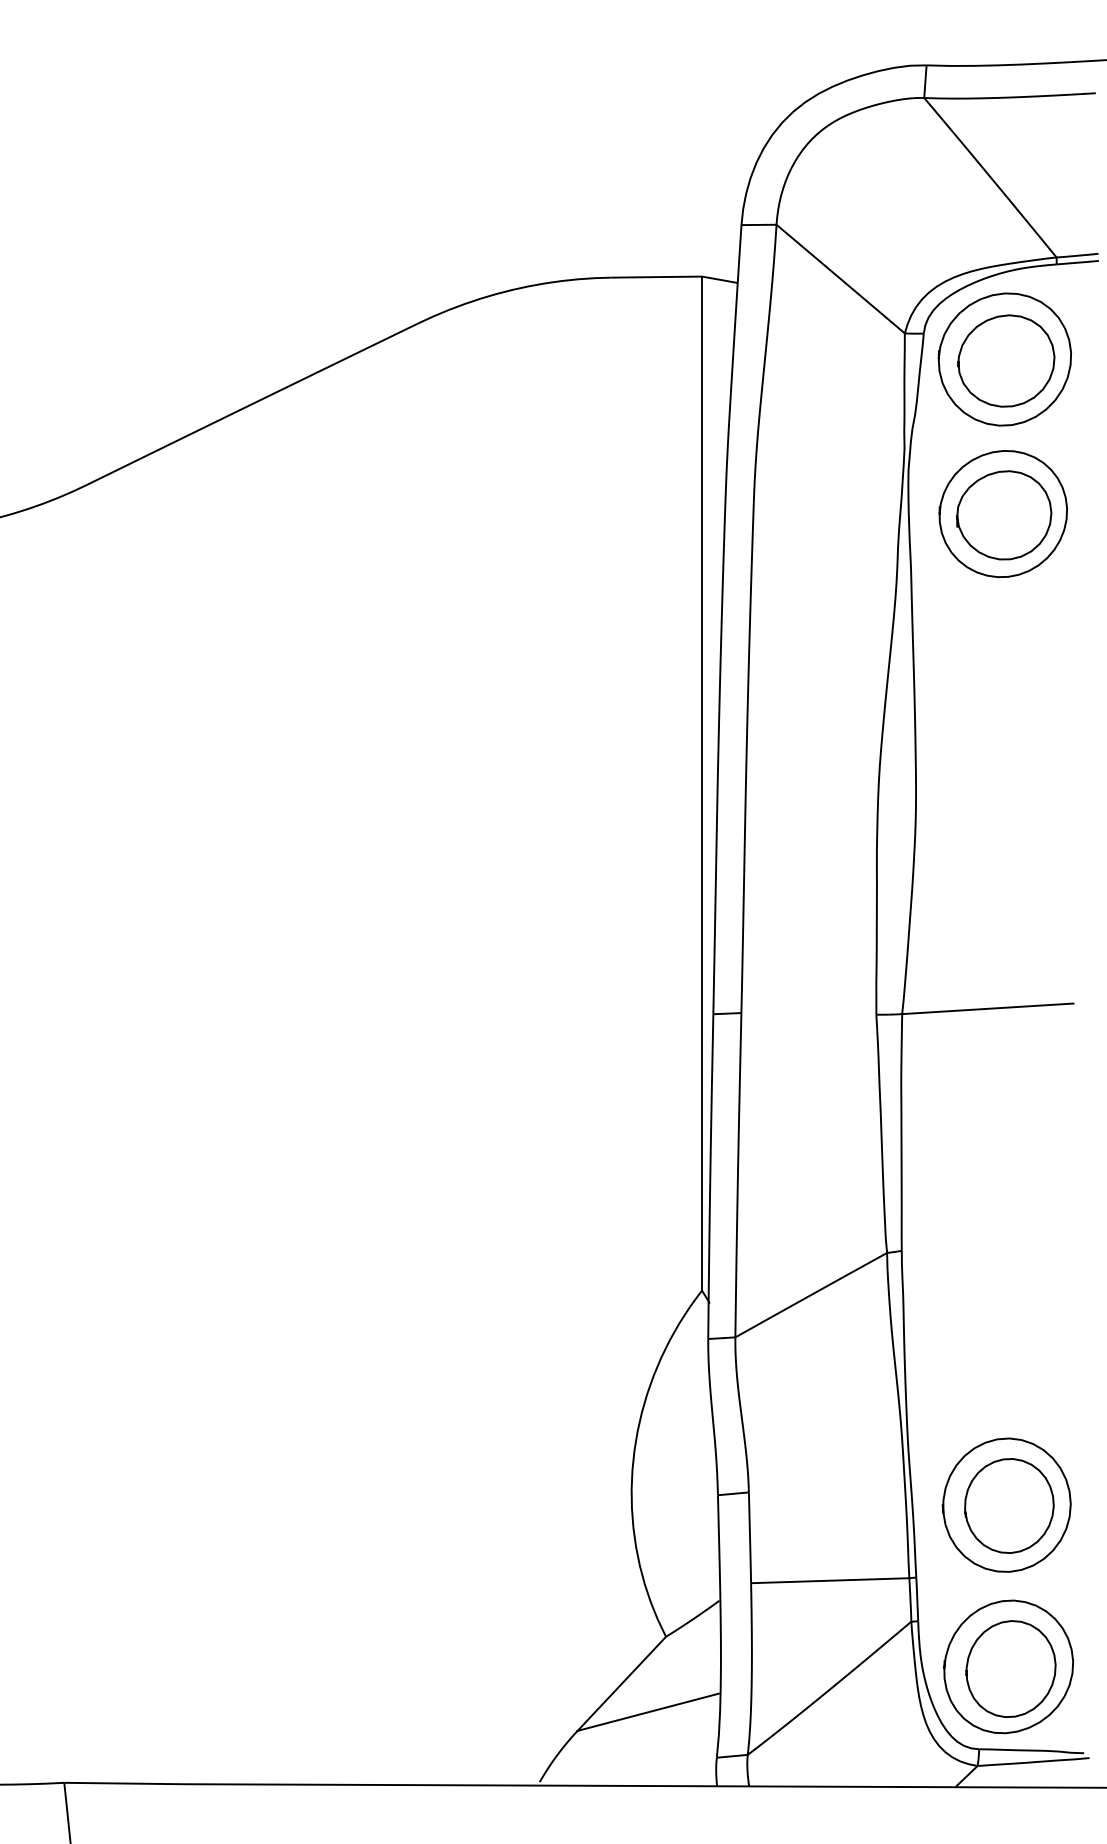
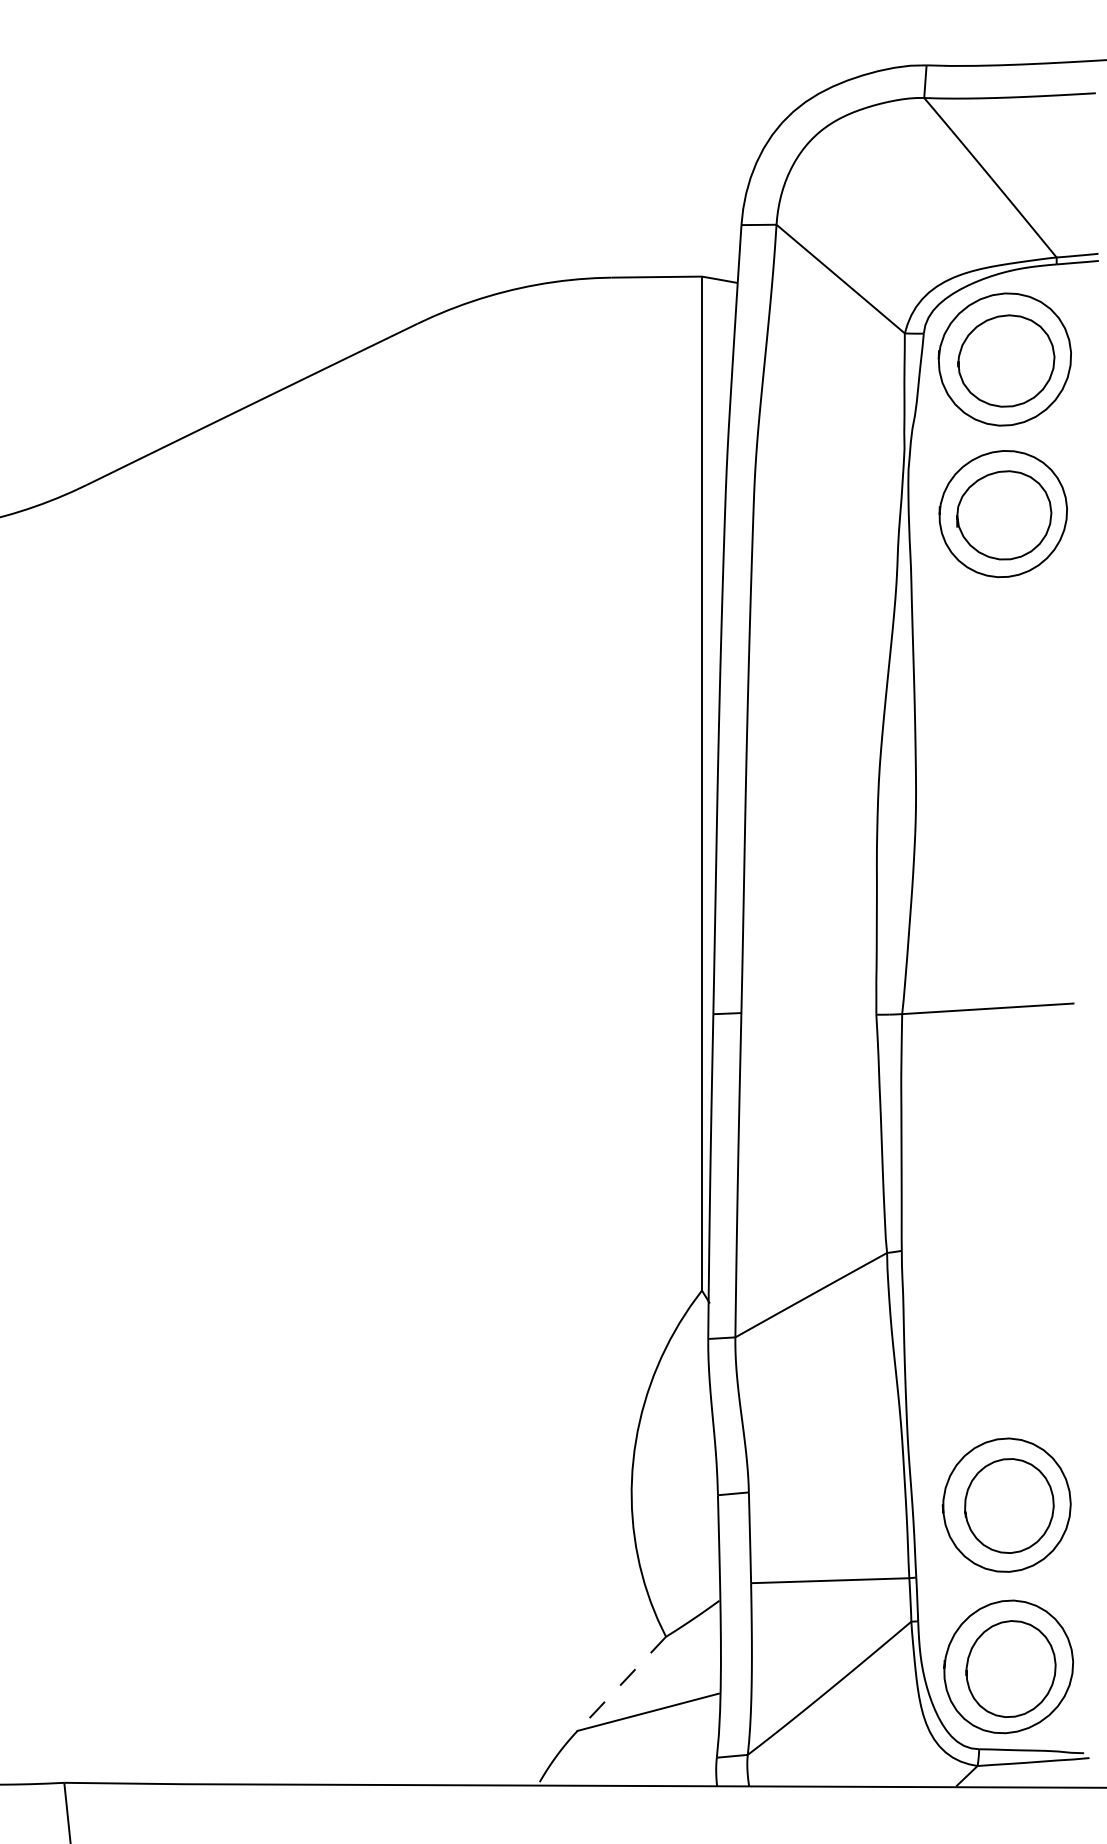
line at (621, 1683): solid -> dashed
